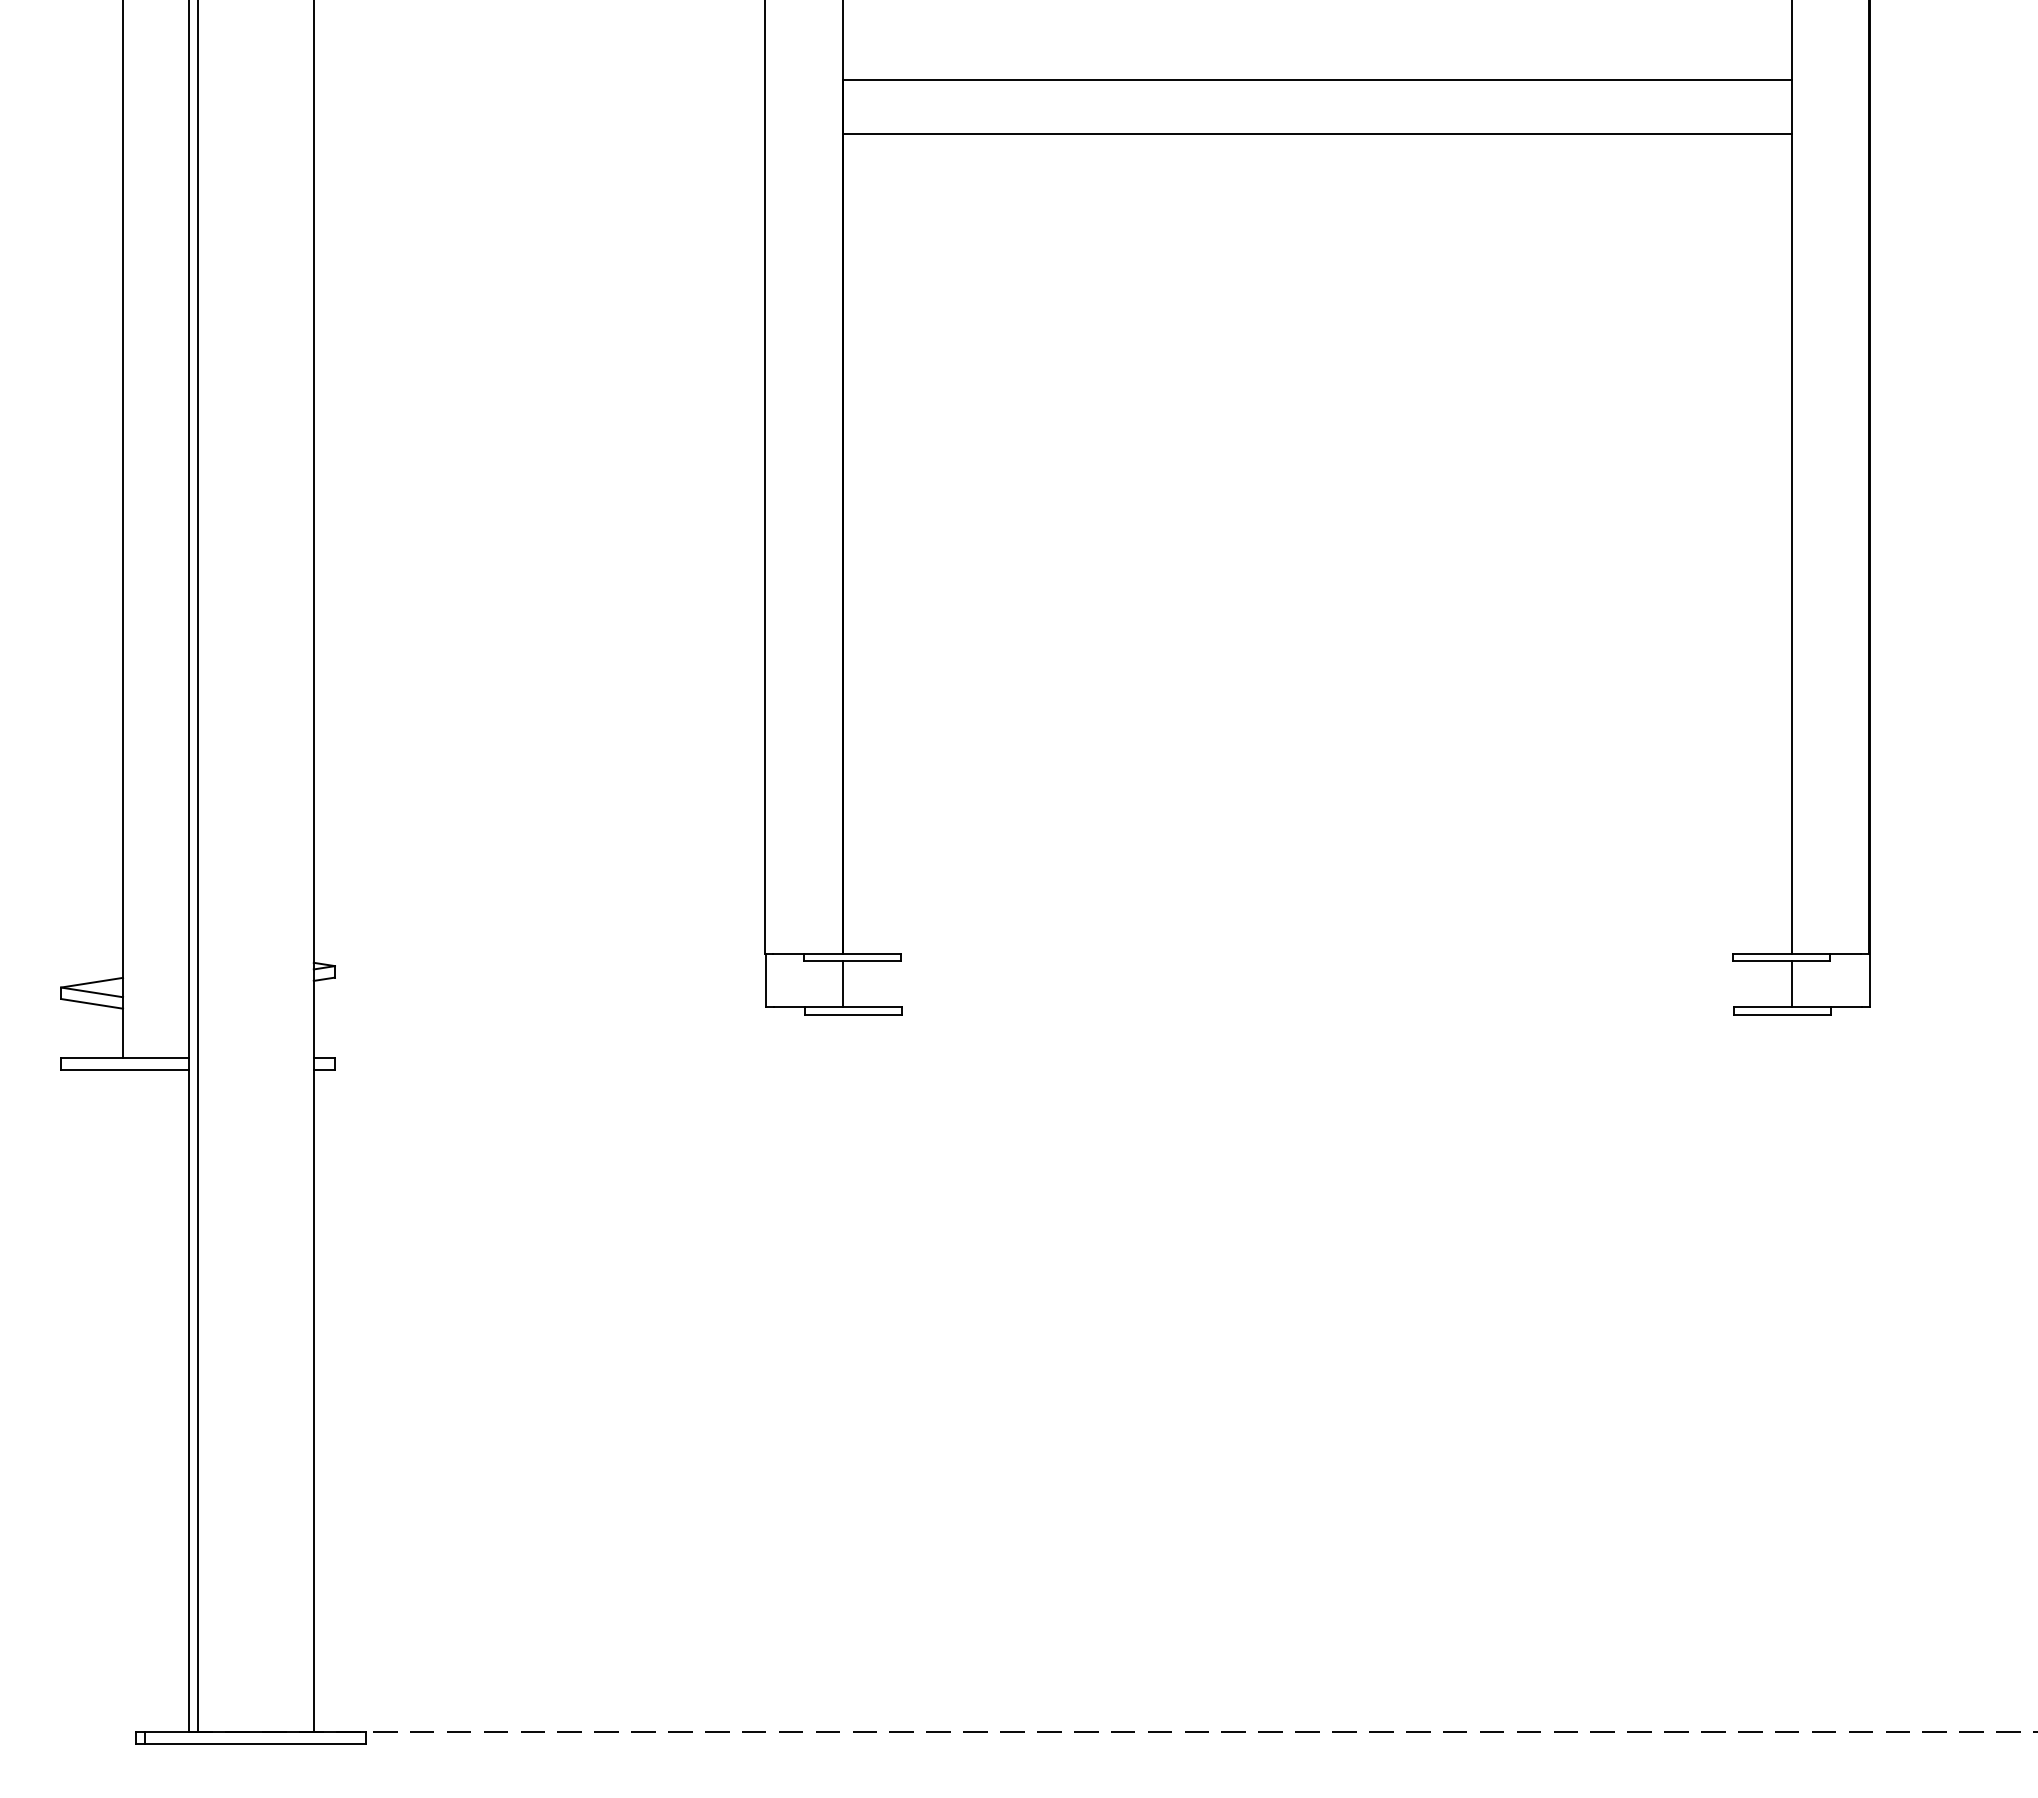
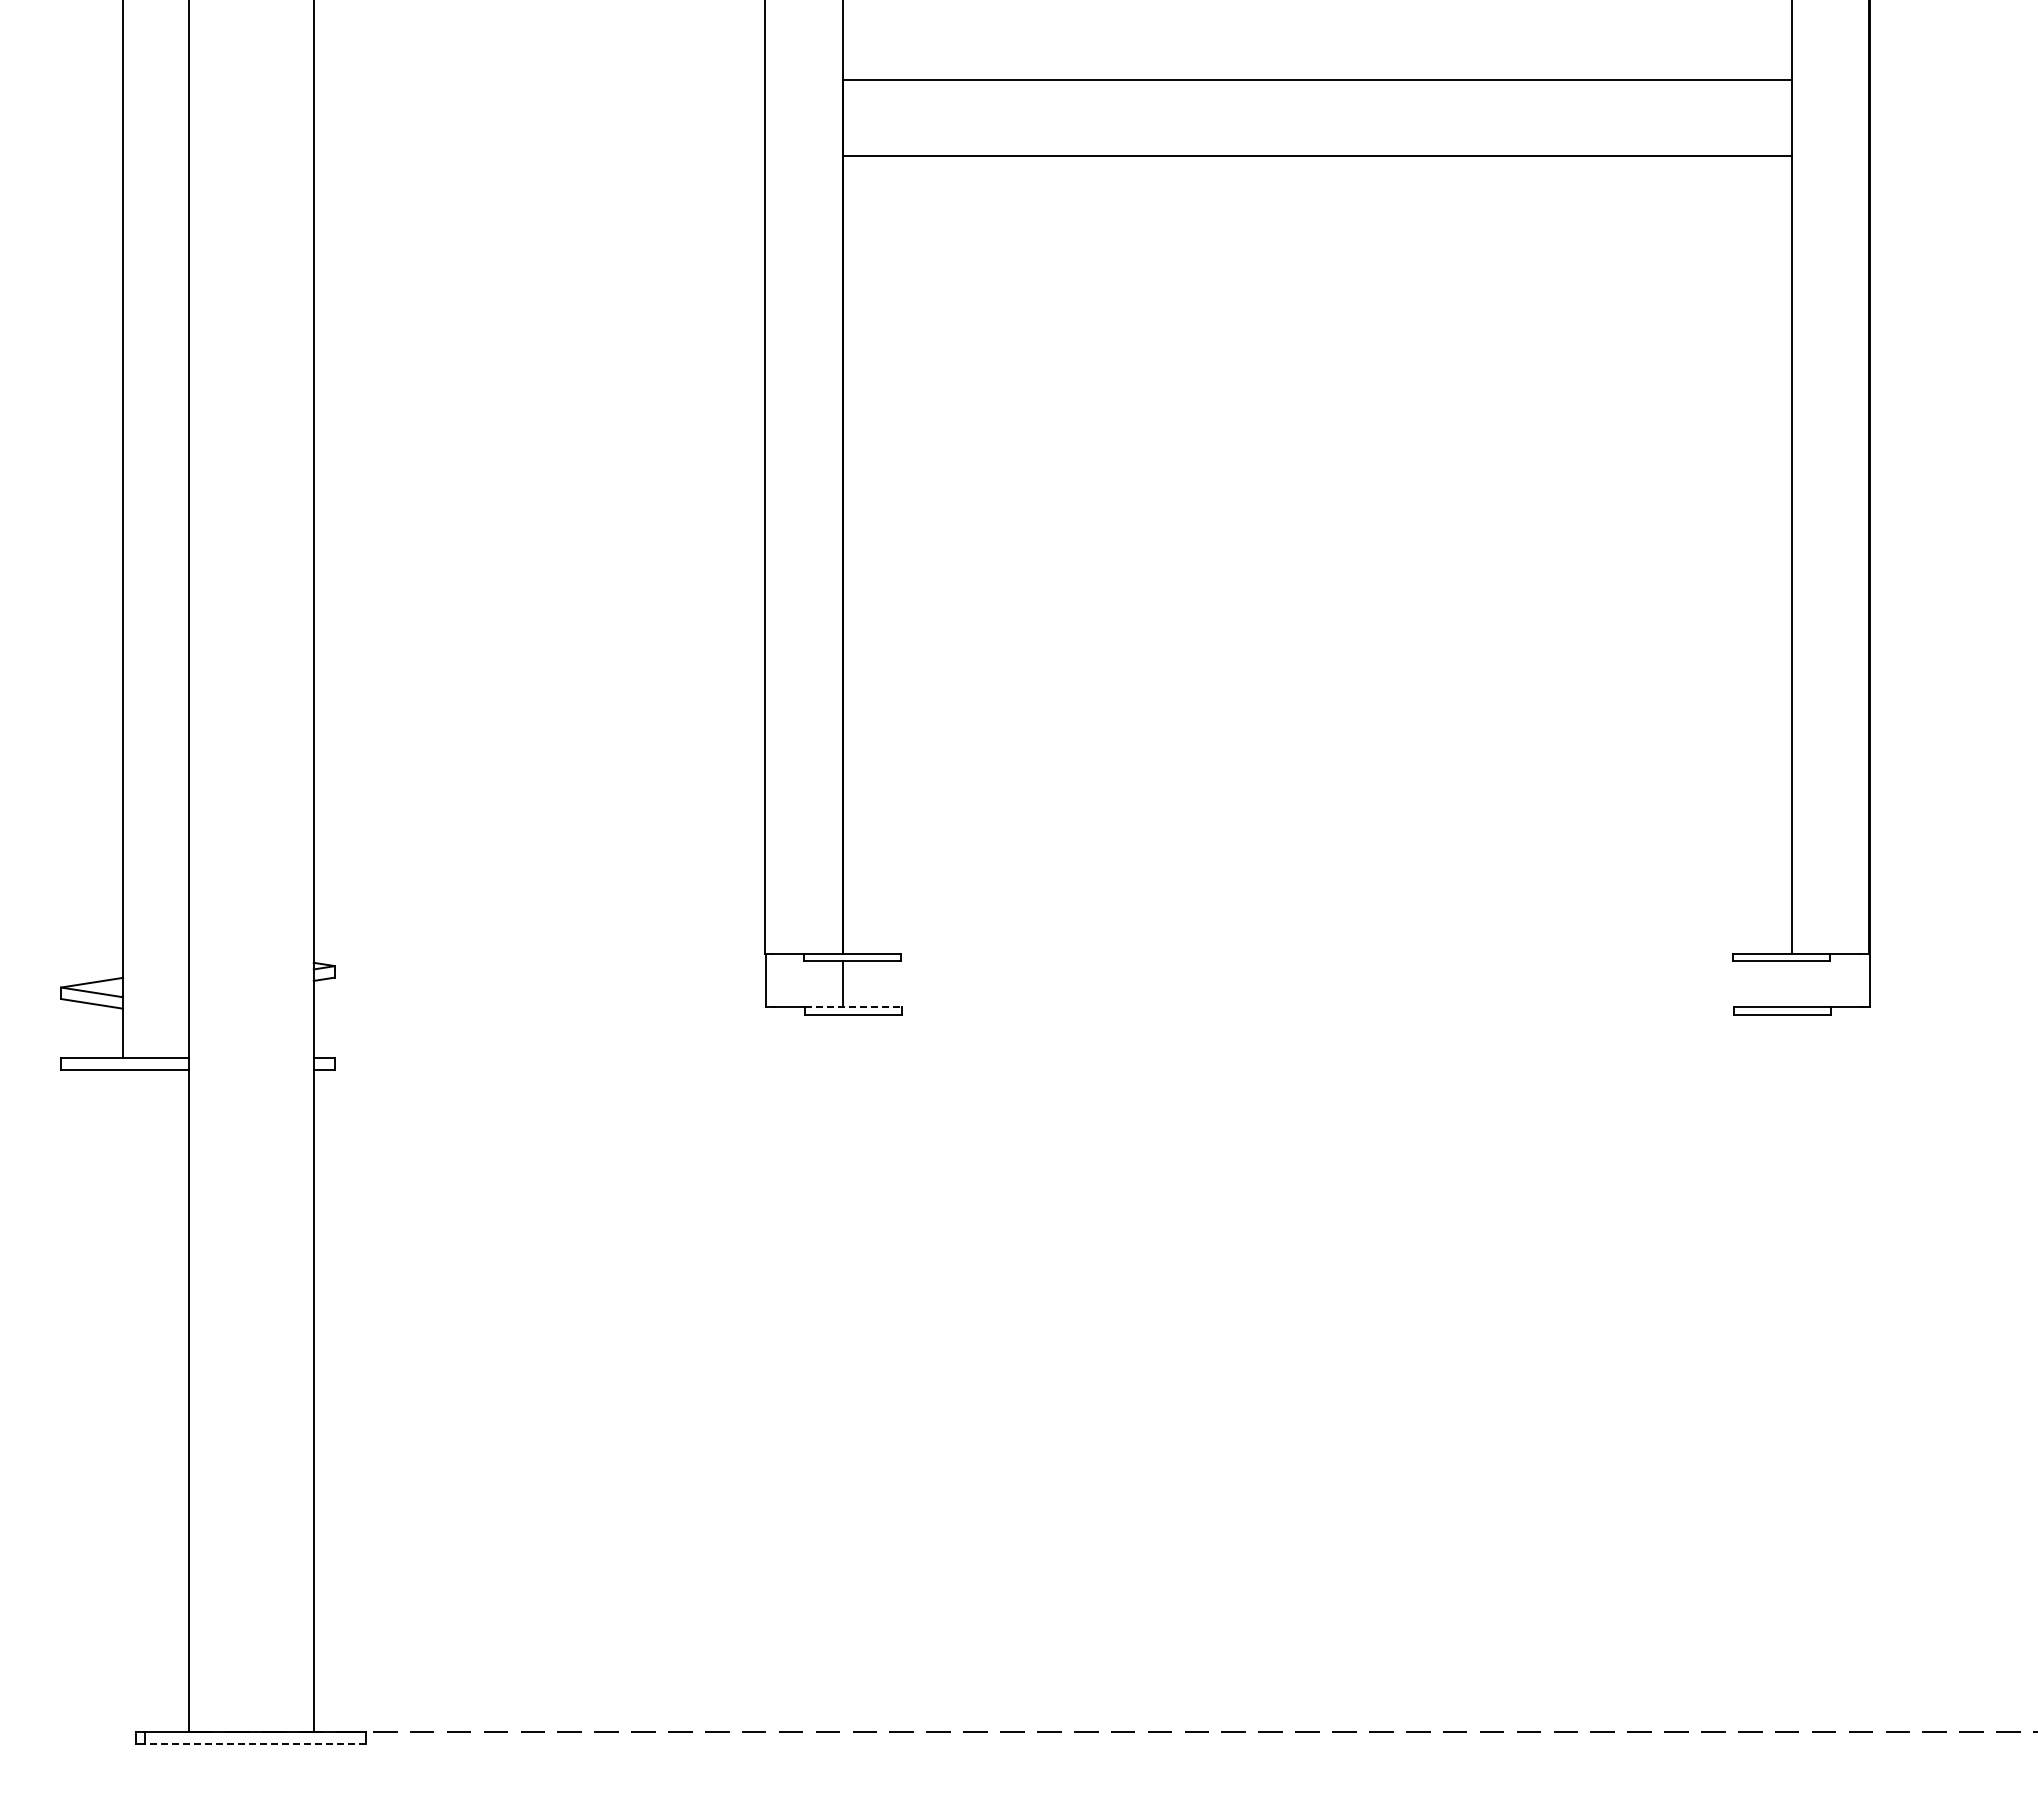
line at (1317, 133) position: (1317, 133) -> (1317, 155)
line at (197, 867): present -> none
line at (1792, 984): present -> none
line at (853, 1007): solid -> dashed
line at (255, 1743): solid -> dashed
